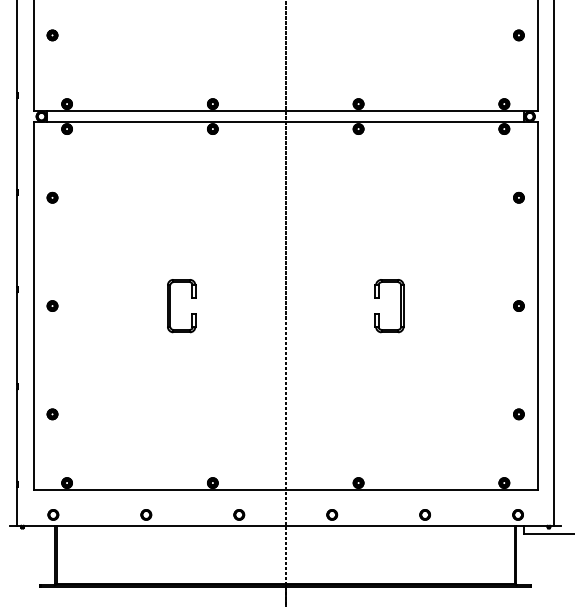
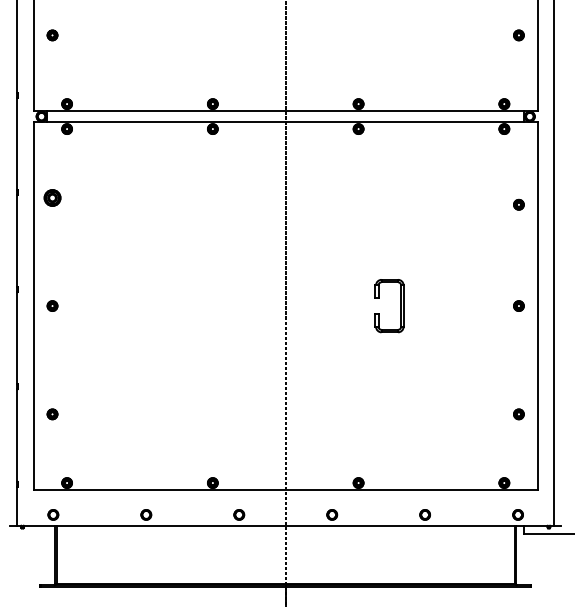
part at (52, 197) size: 13x13 px -> 19x18 px
part at (518, 197) position: (518, 197) -> (518, 204)
part at (170, 306): present -> none
